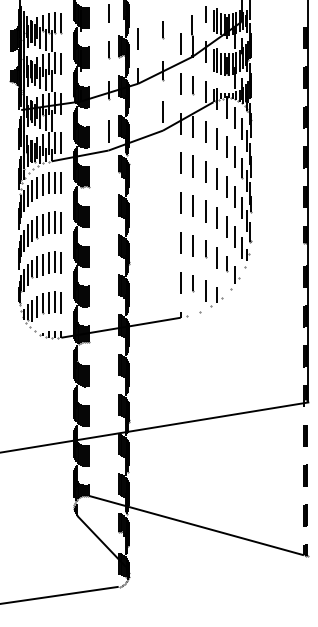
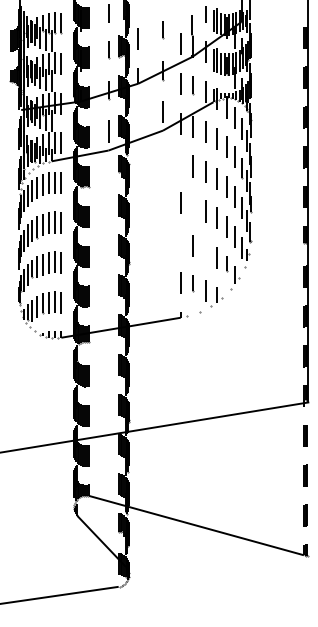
line at (180, 162): present -> none
line at (192, 205): present -> none
line at (180, 242): present -> none
line at (206, 249): present -> none
